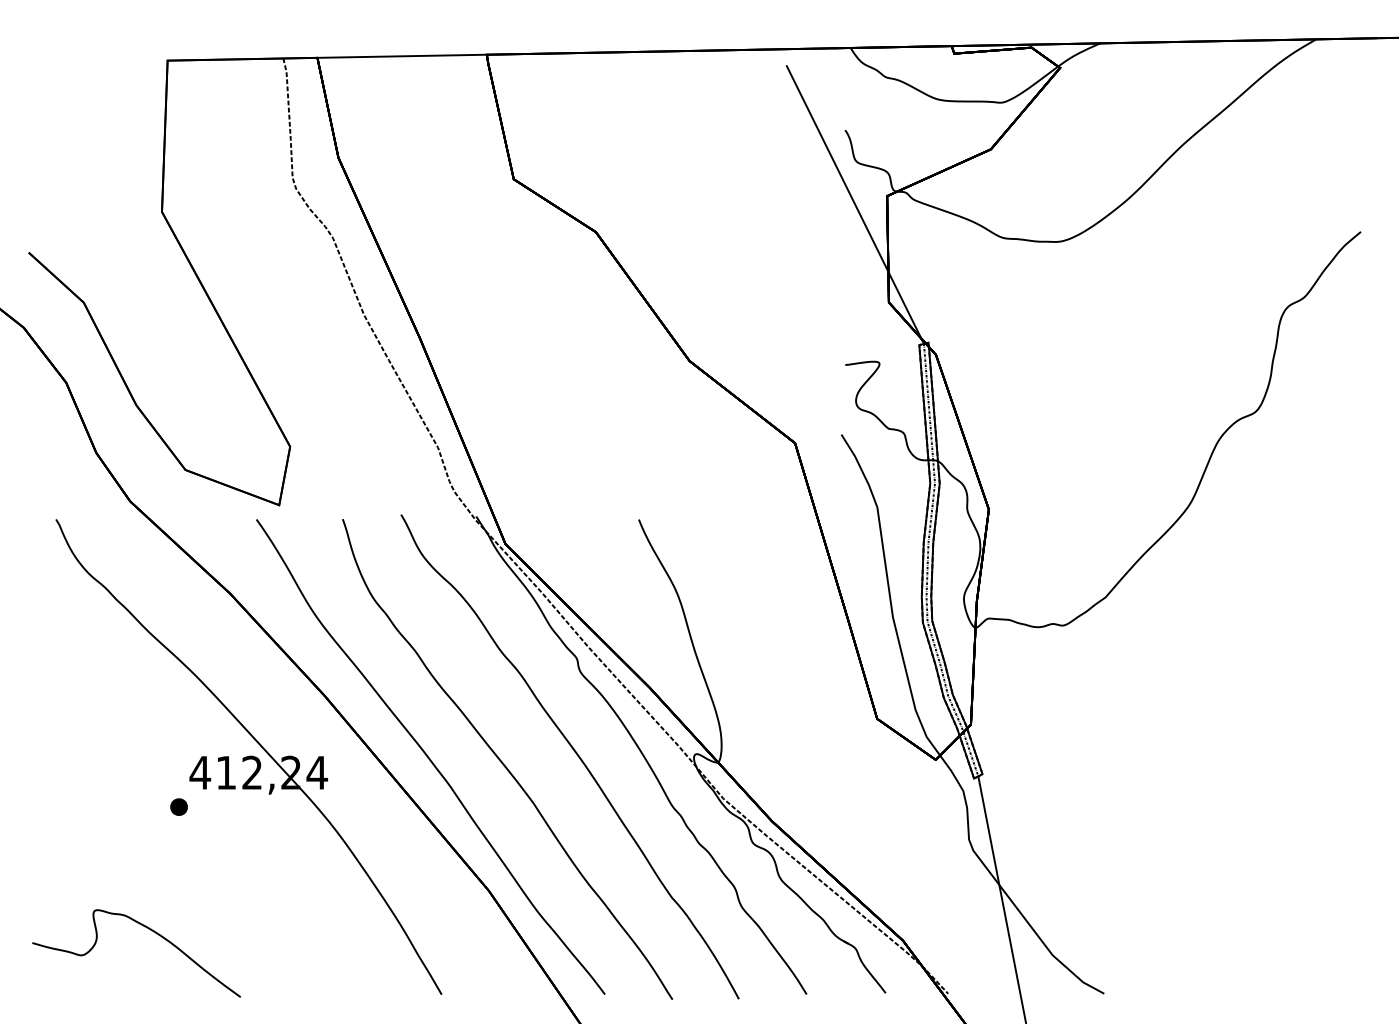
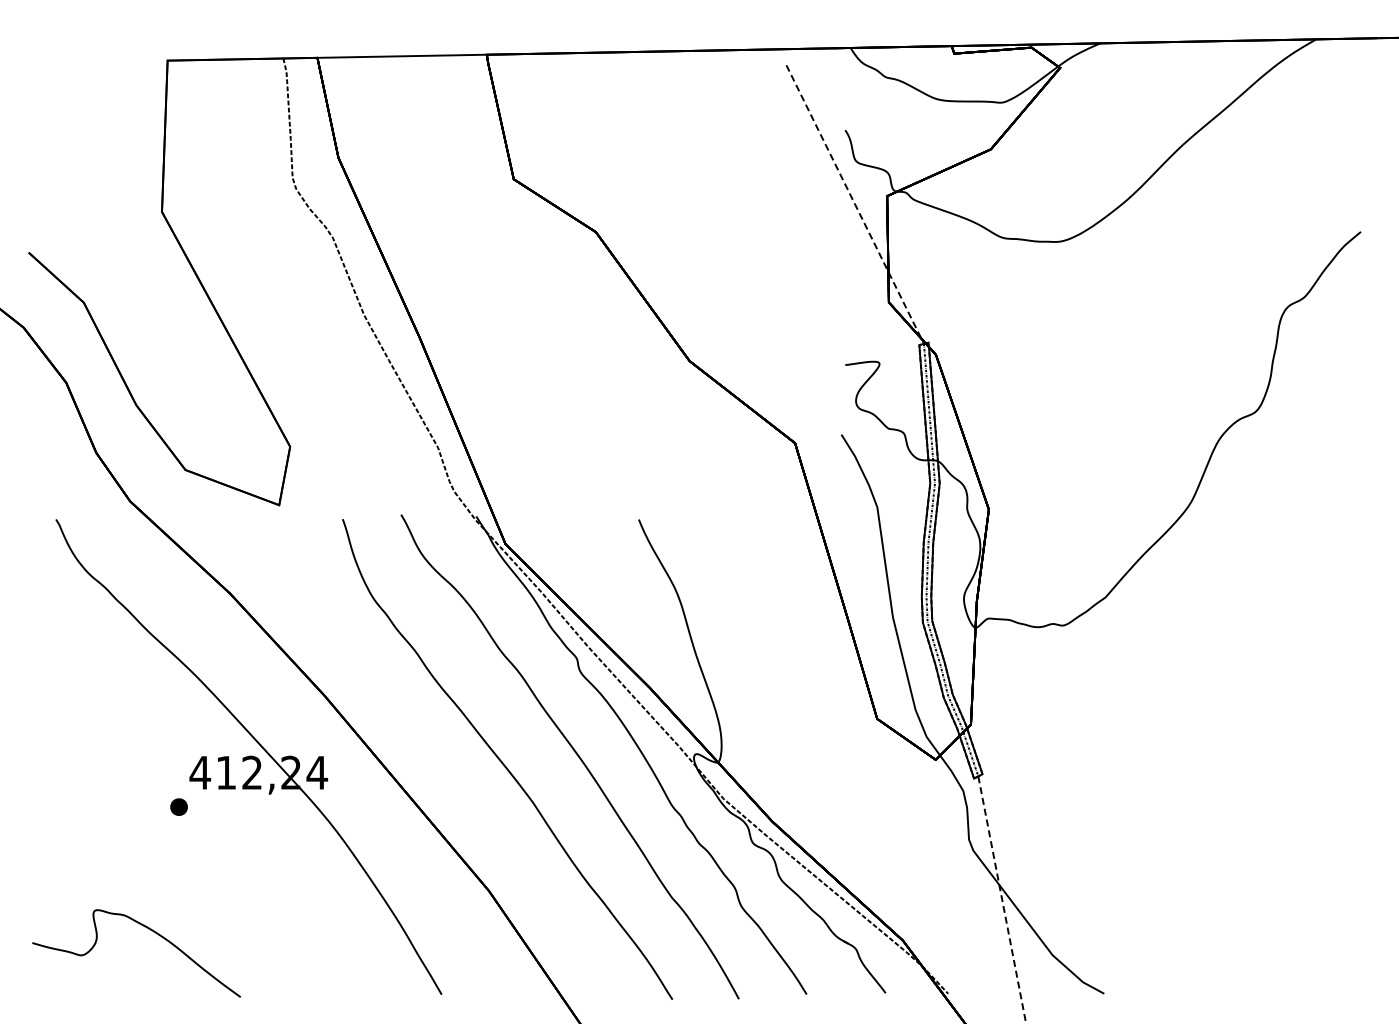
line at (855, 205): solid -> dashed
part at (430, 756): present -> none
line at (1002, 900): solid -> dashed
